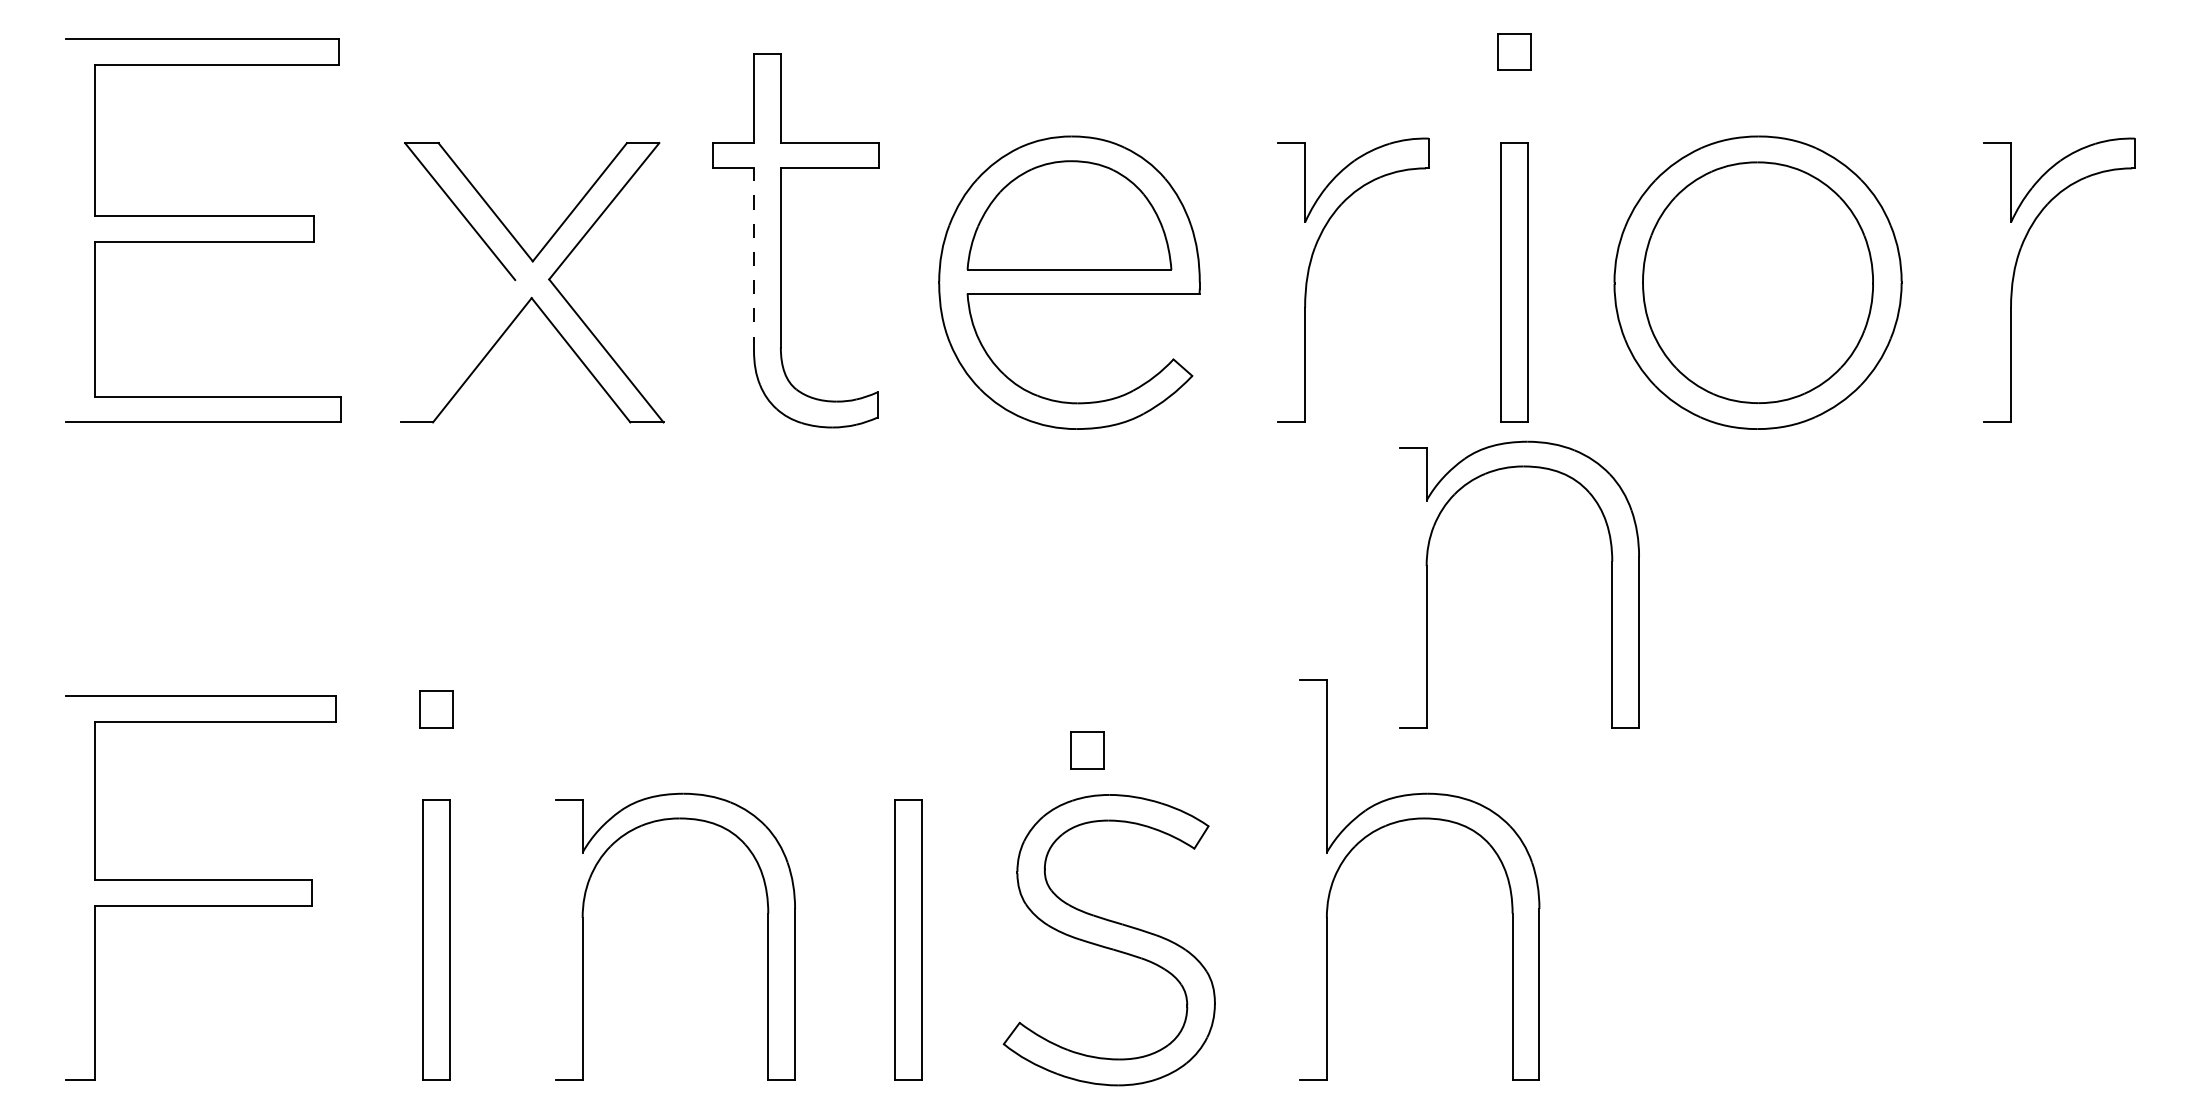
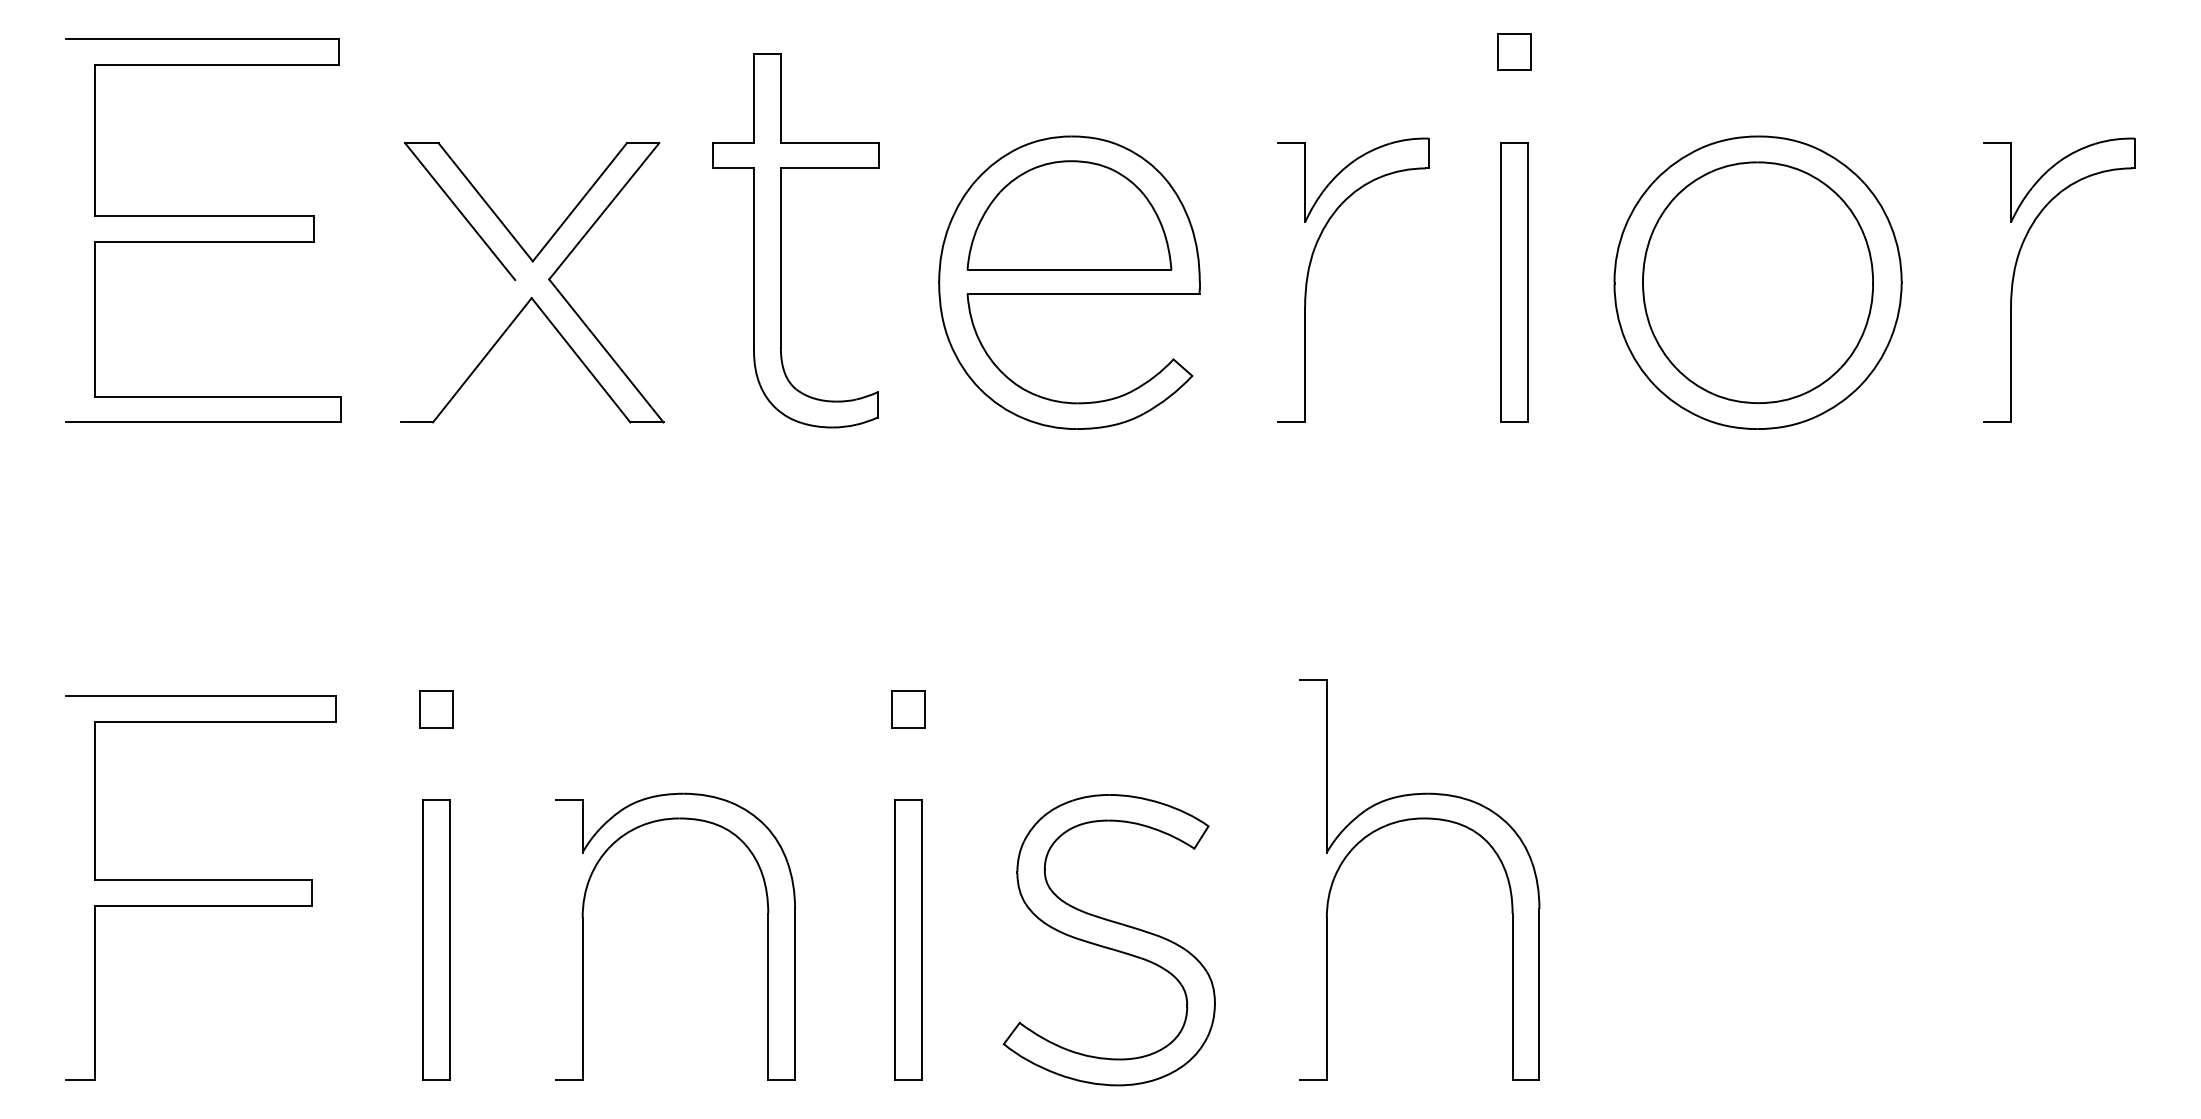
line at (754, 258): dashed -> solid
part at (1427, 584): present -> none
part at (1087, 750) position: (1087, 750) -> (908, 709)
